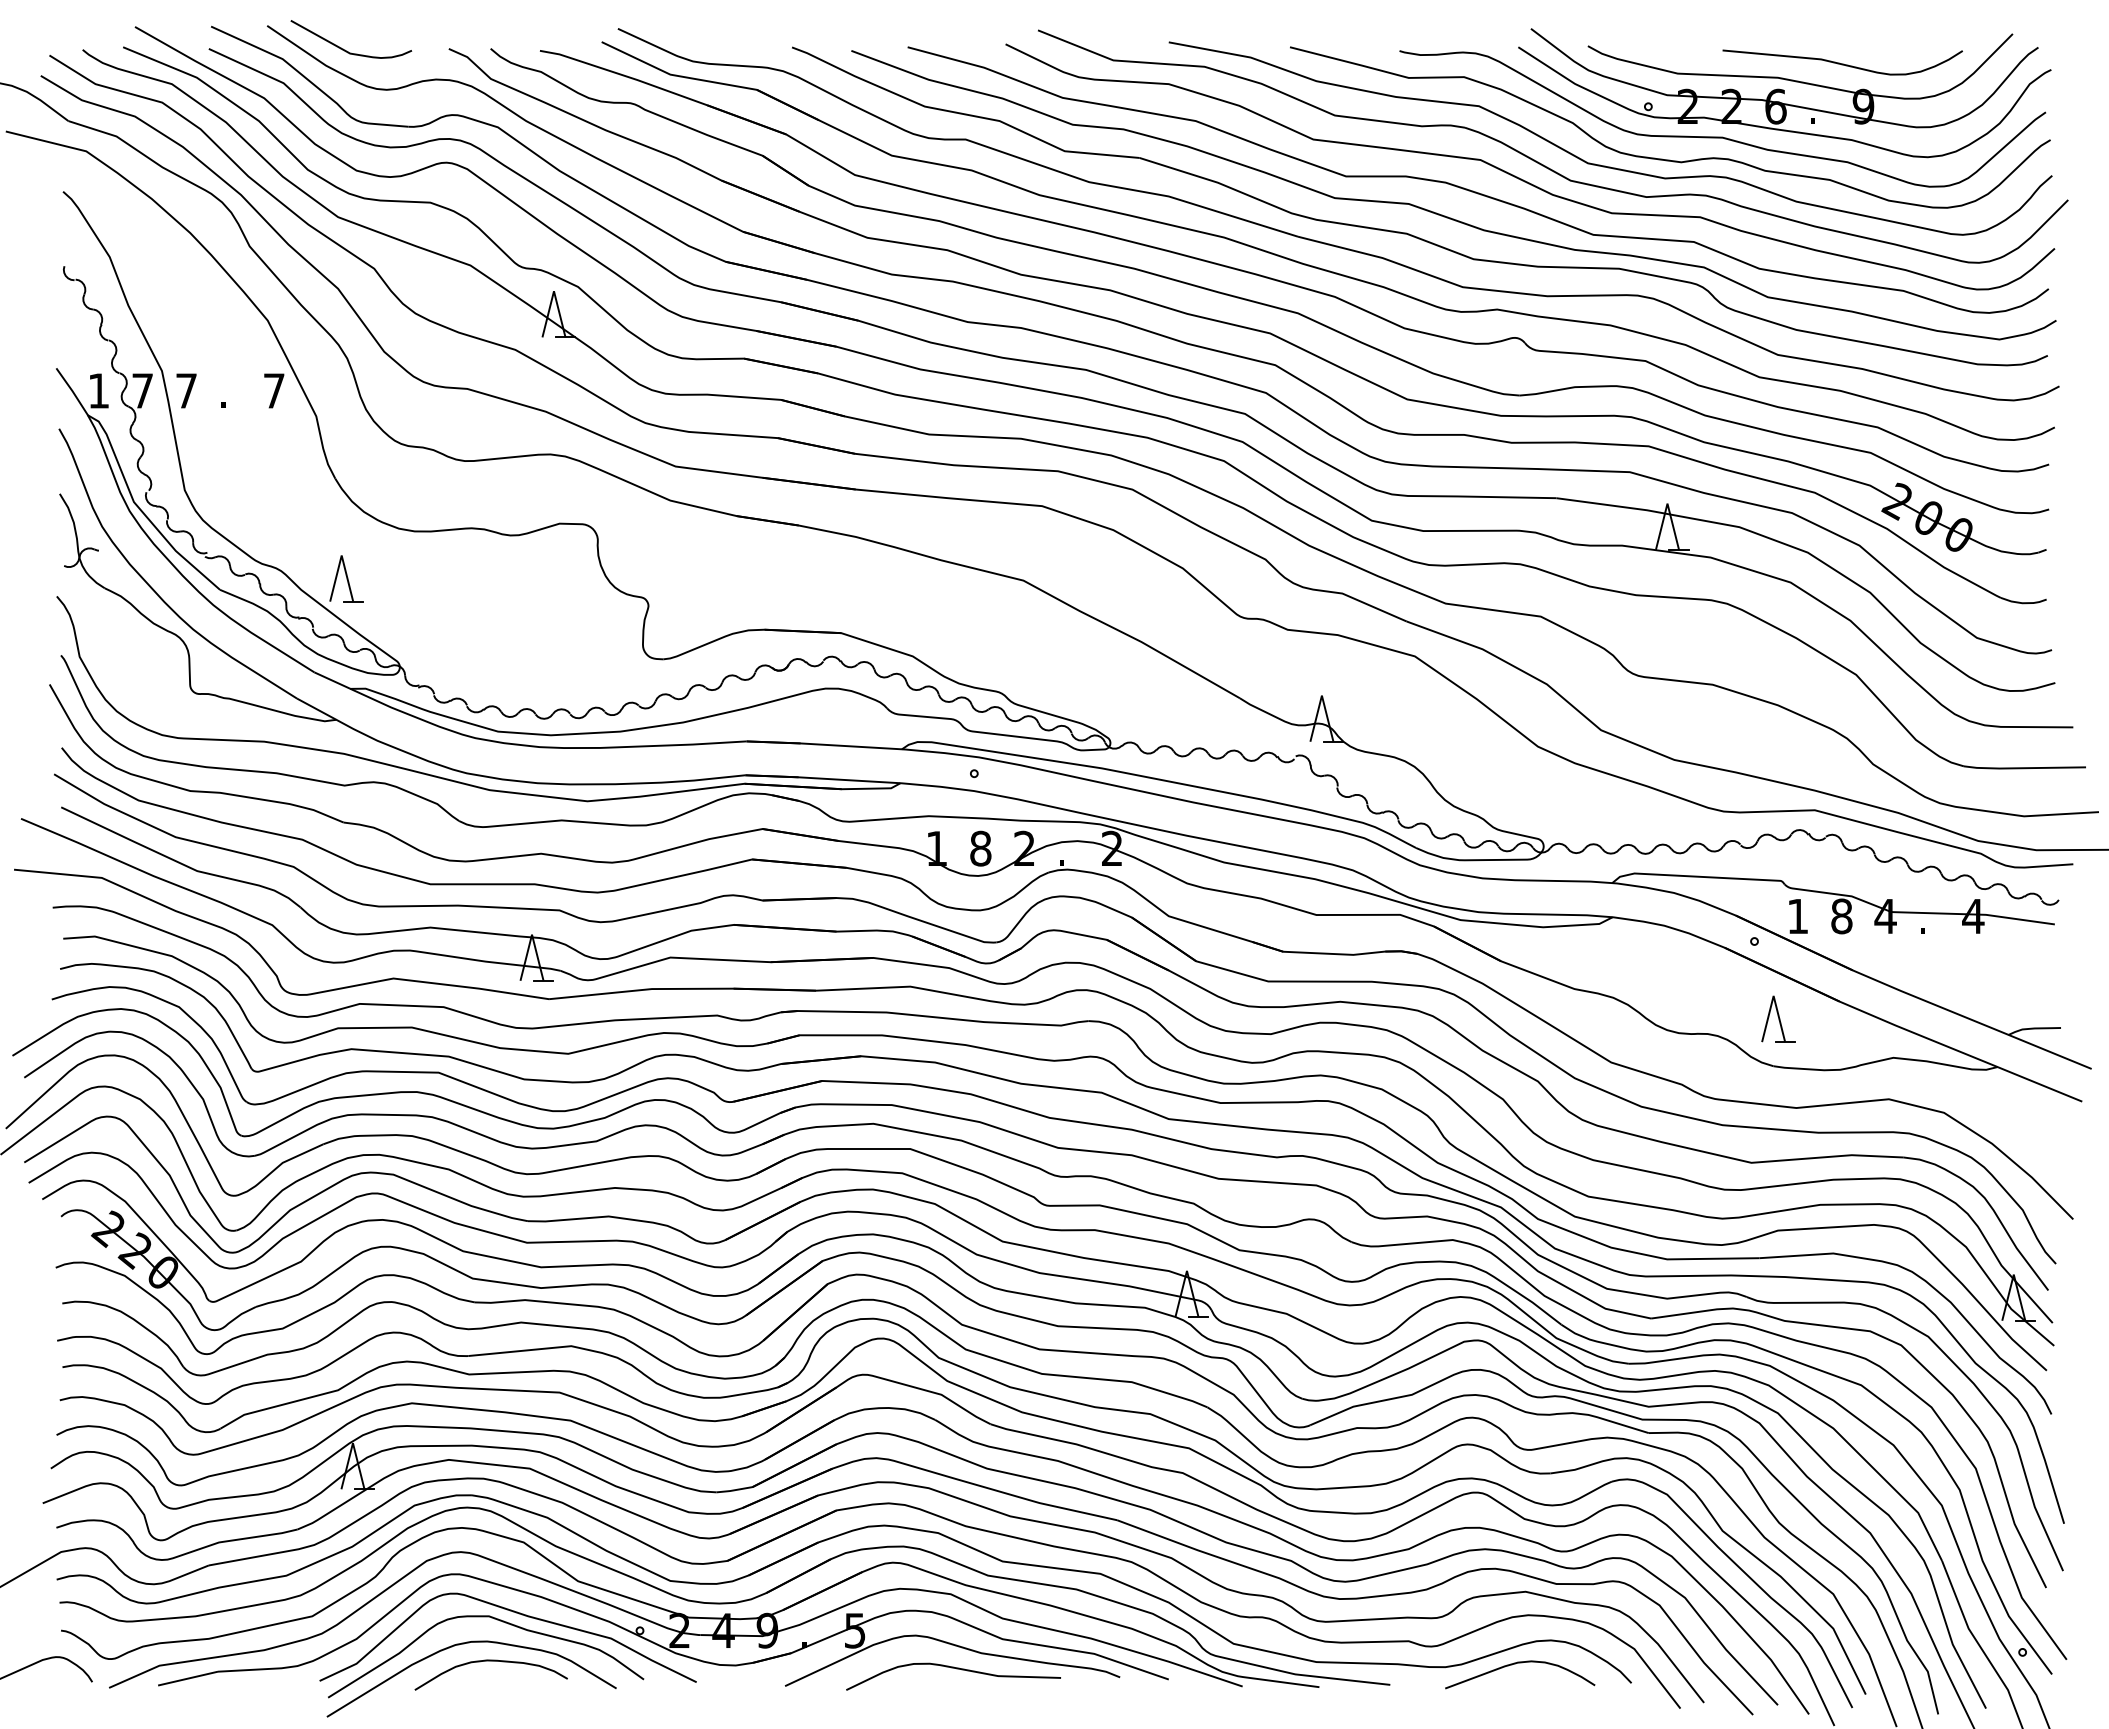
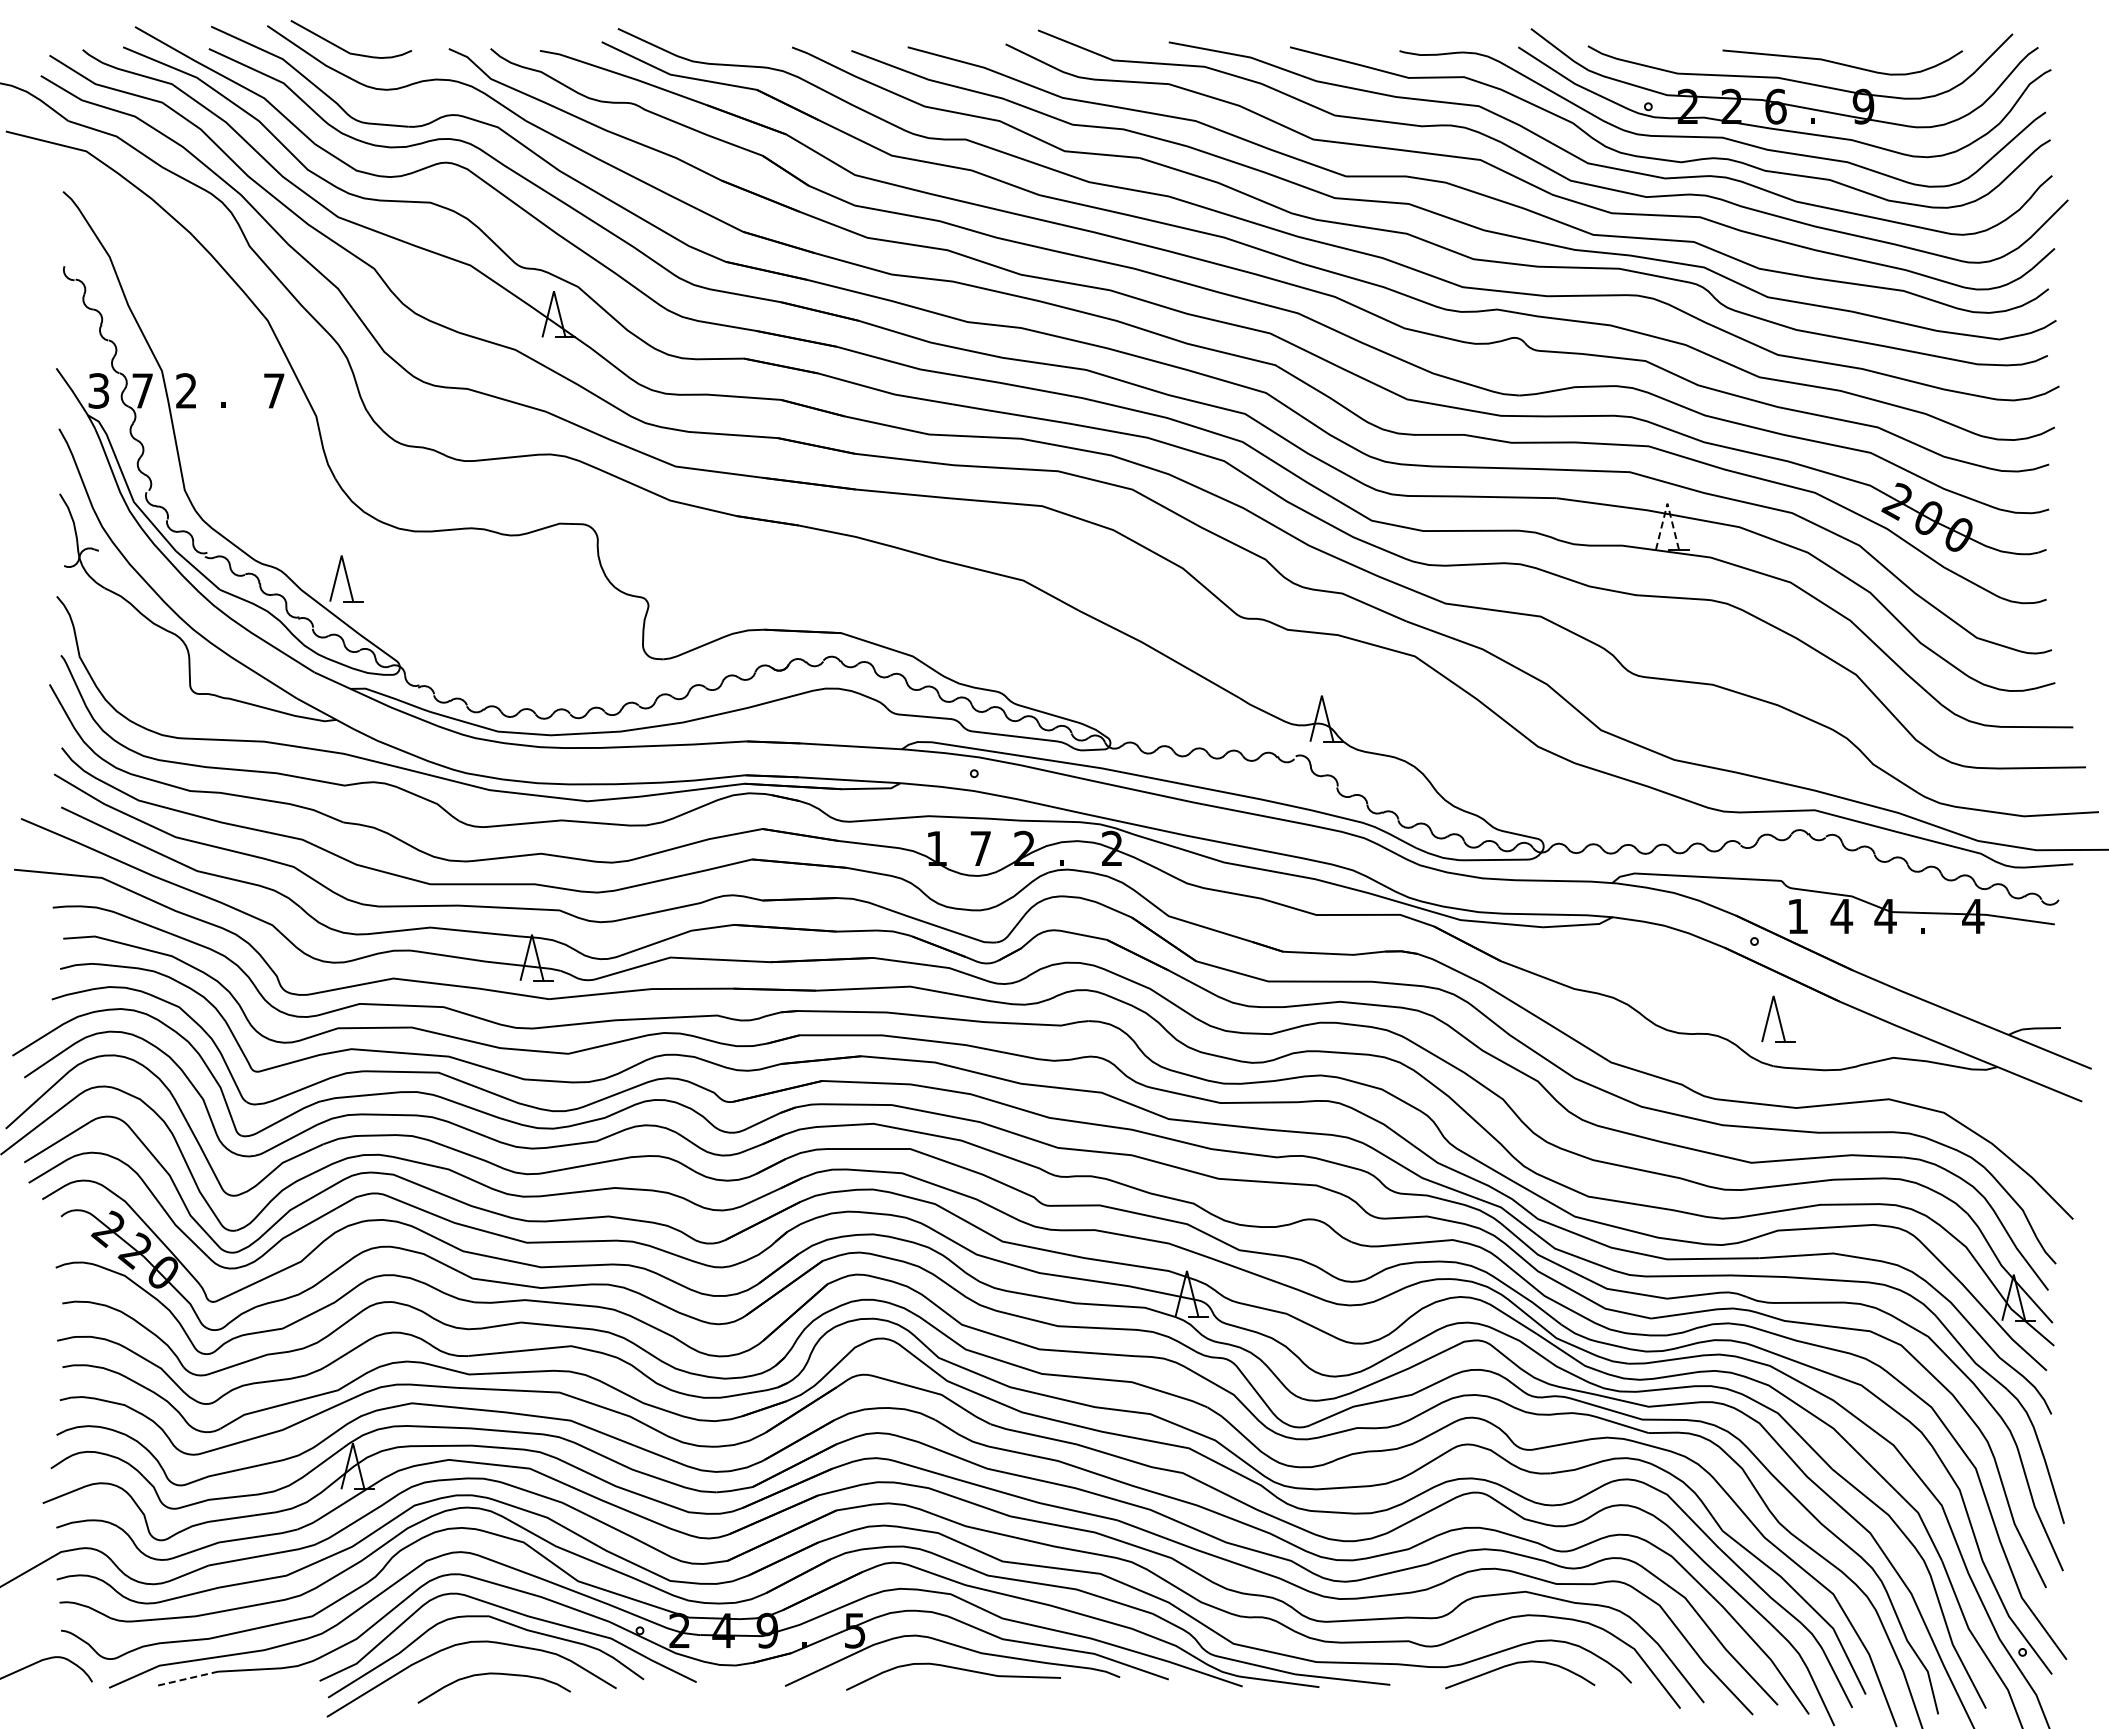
text at (98, 390): 1 -> 3
text at (186, 390): 7 -> 2
line at (1667, 503): solid -> dashed
text at (980, 848): 8 -> 7
text at (1841, 916): 8 -> 4
curve at (490, 1661) position: (490, 1661) -> (493, 1674)
line at (188, 1678): solid -> dashed
